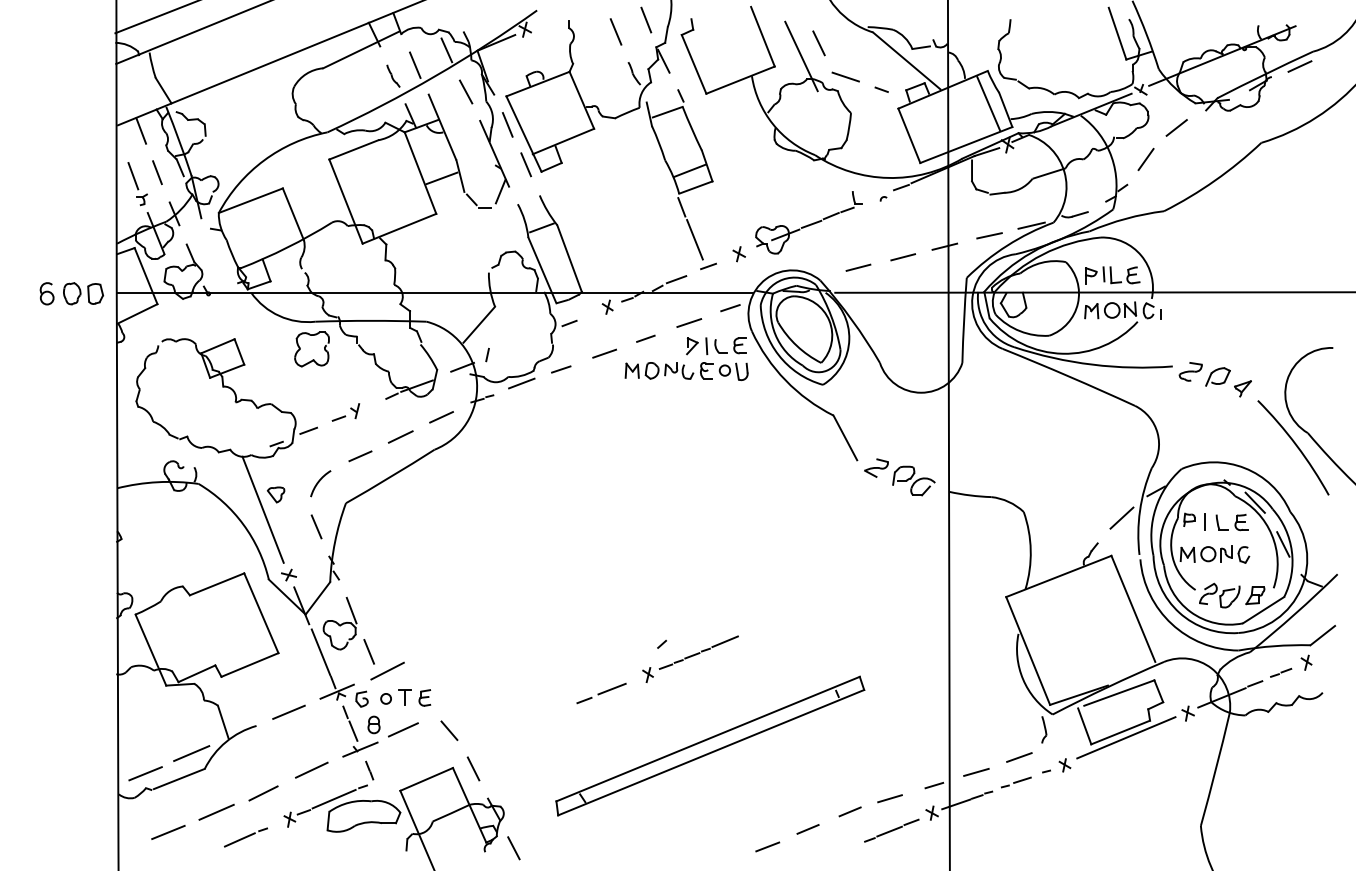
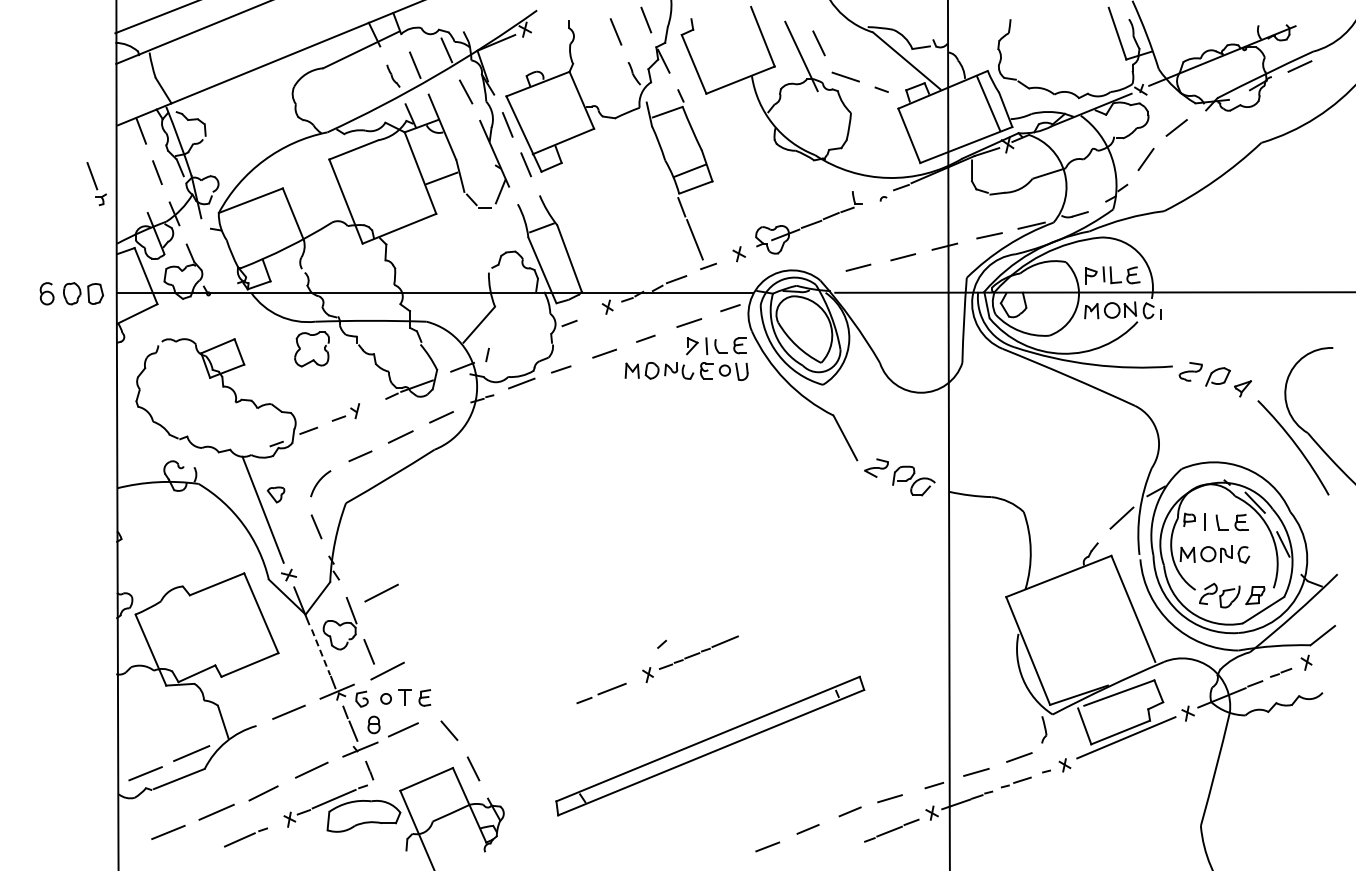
part at (137, 184) position: (137, 184) -> (96, 184)
line at (381, 592): none -> present
line at (321, 652): solid -> dashed
line at (513, 848): present -> none
